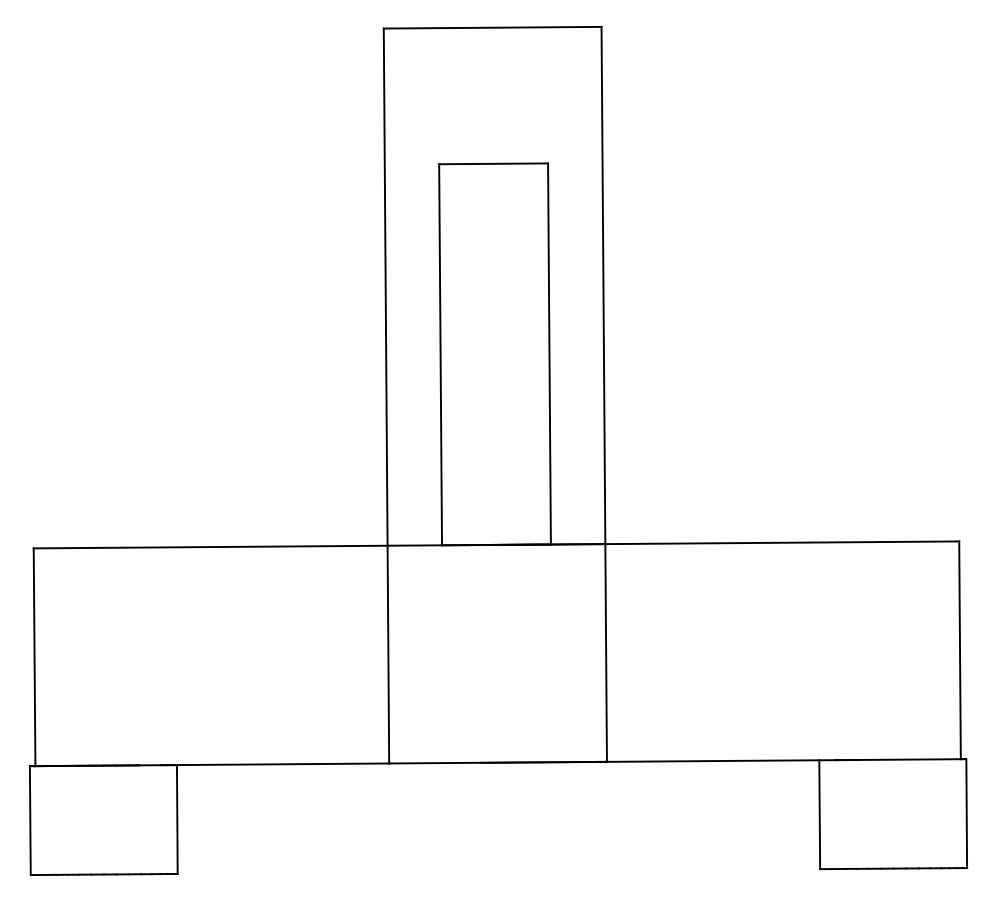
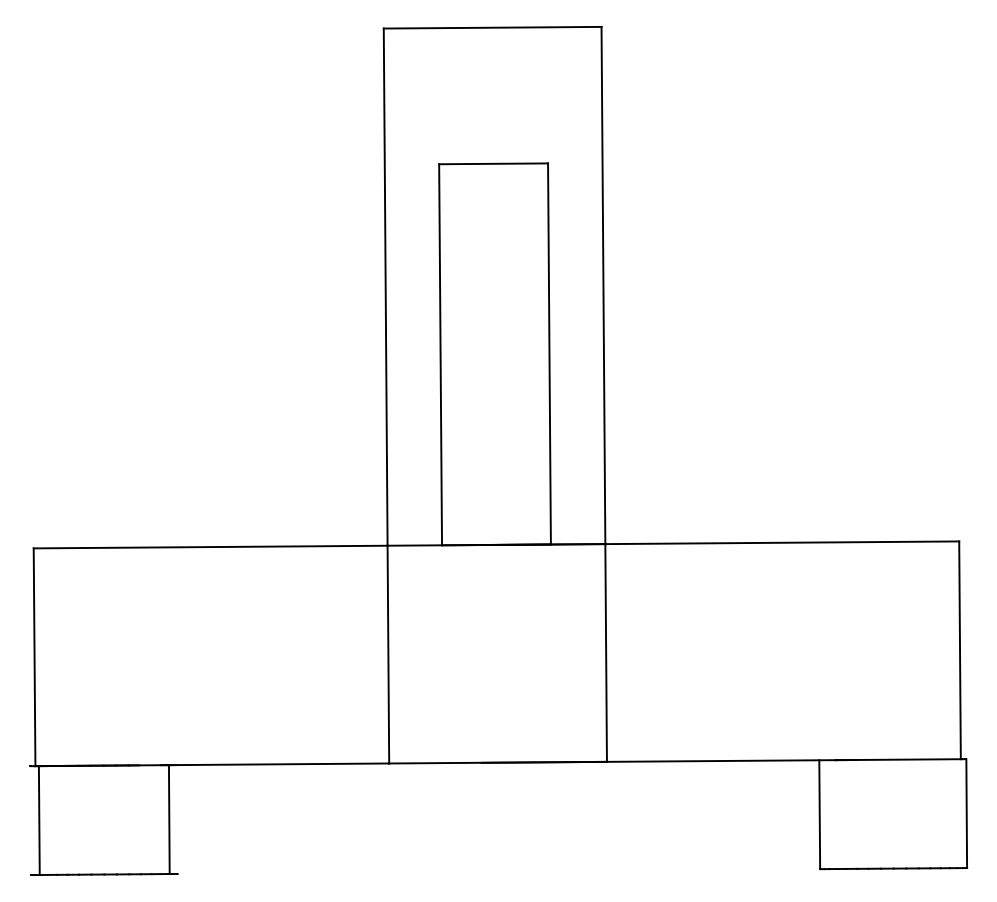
line at (176, 819) position: (176, 819) -> (168, 819)
line at (29, 820) position: (29, 820) -> (38, 820)
